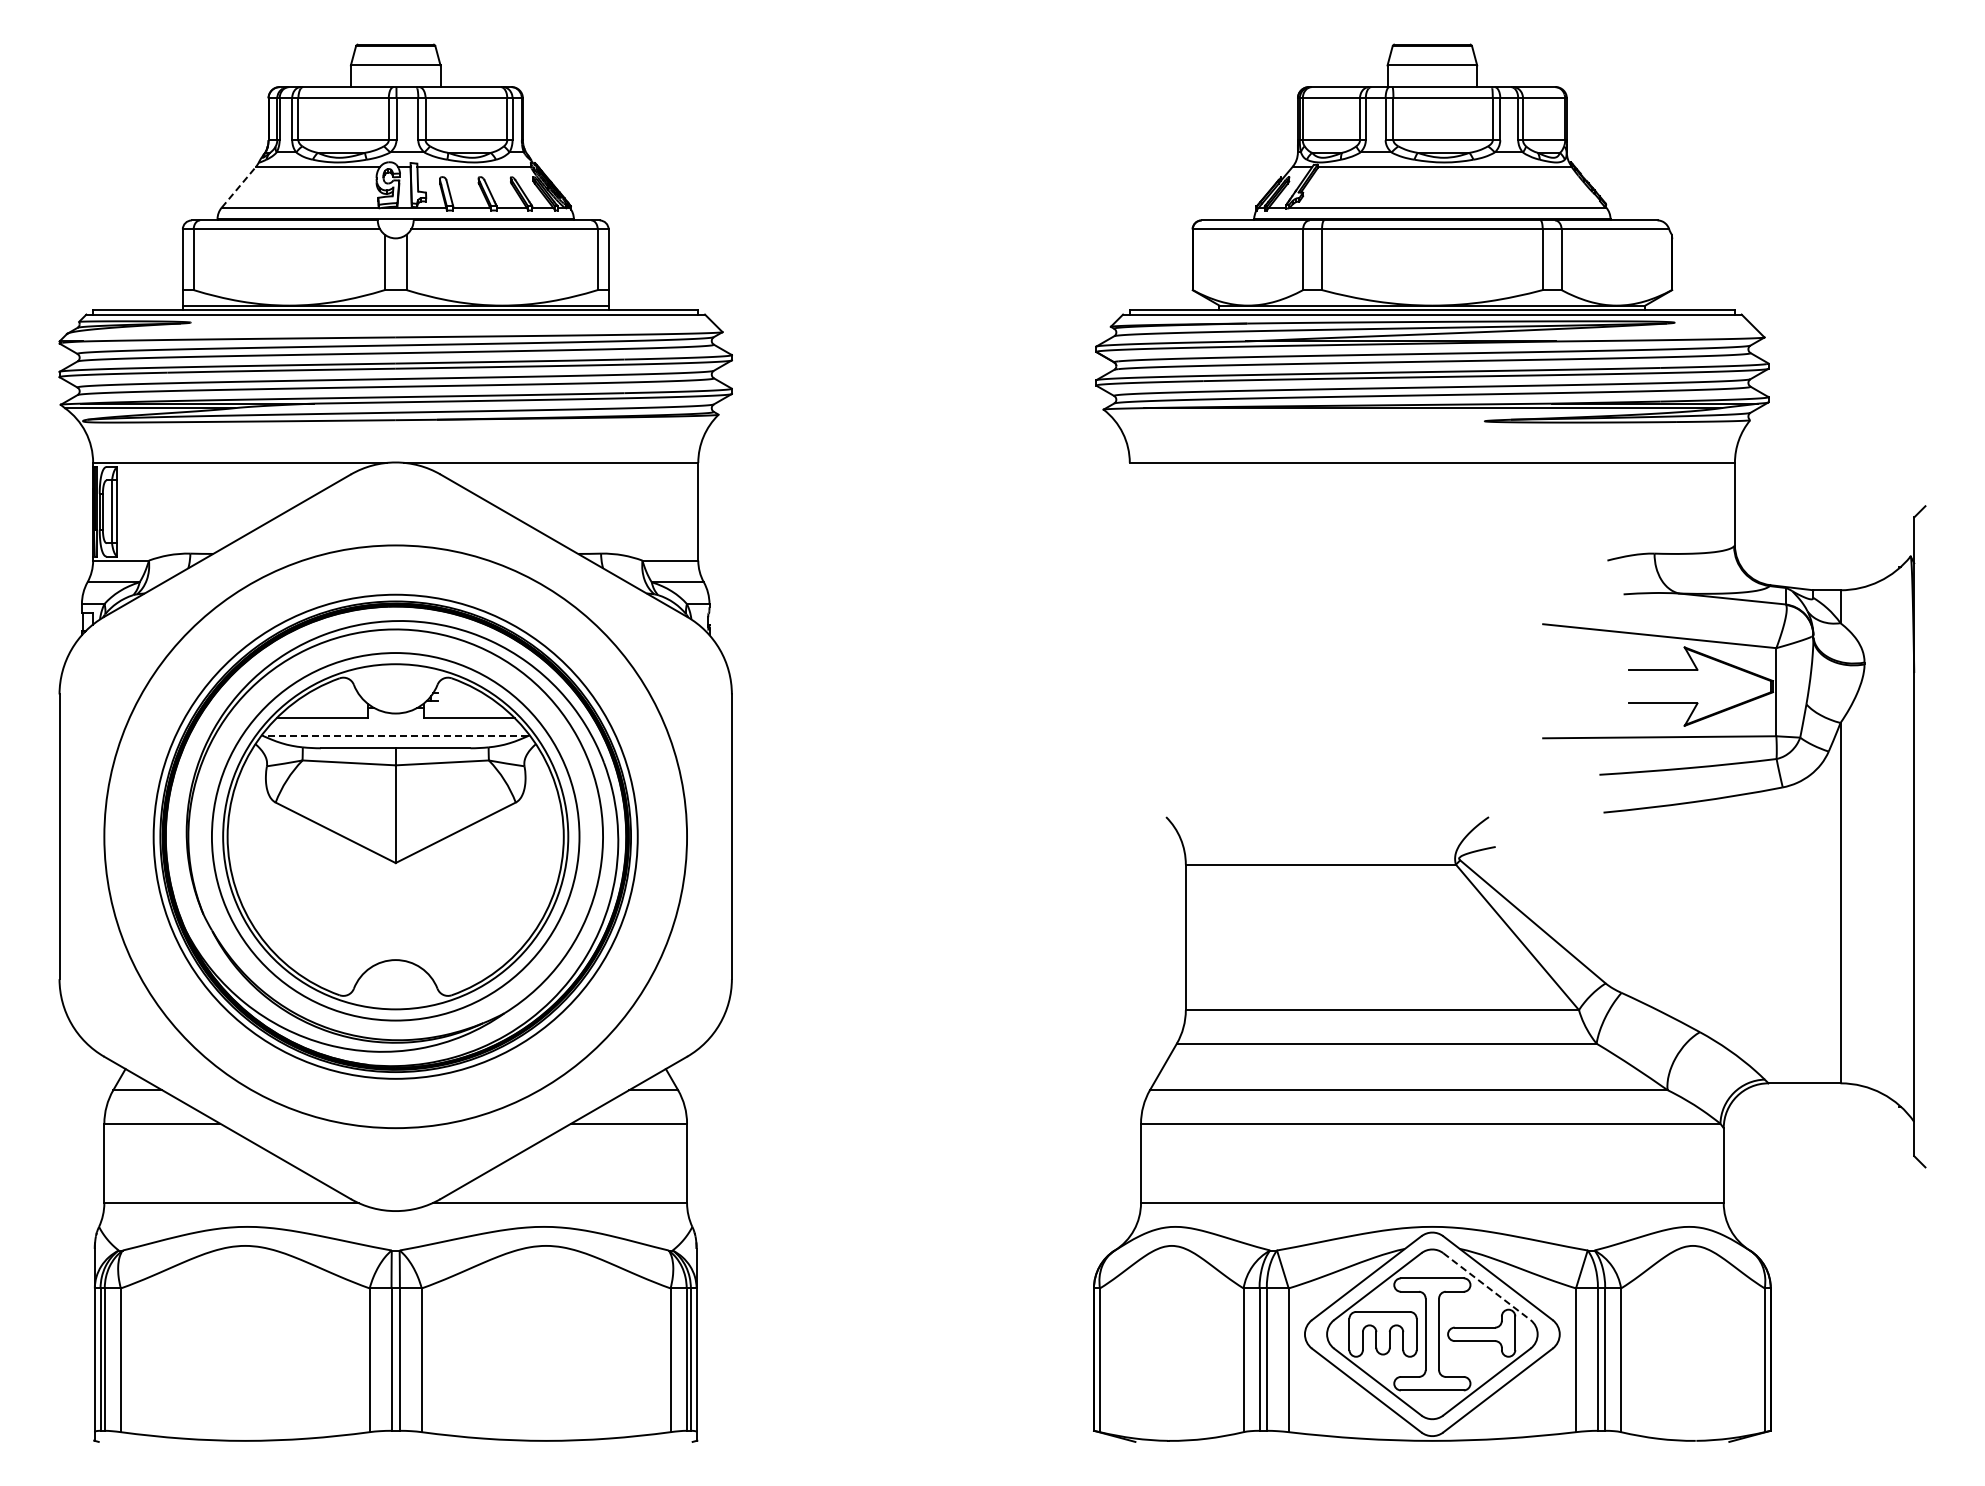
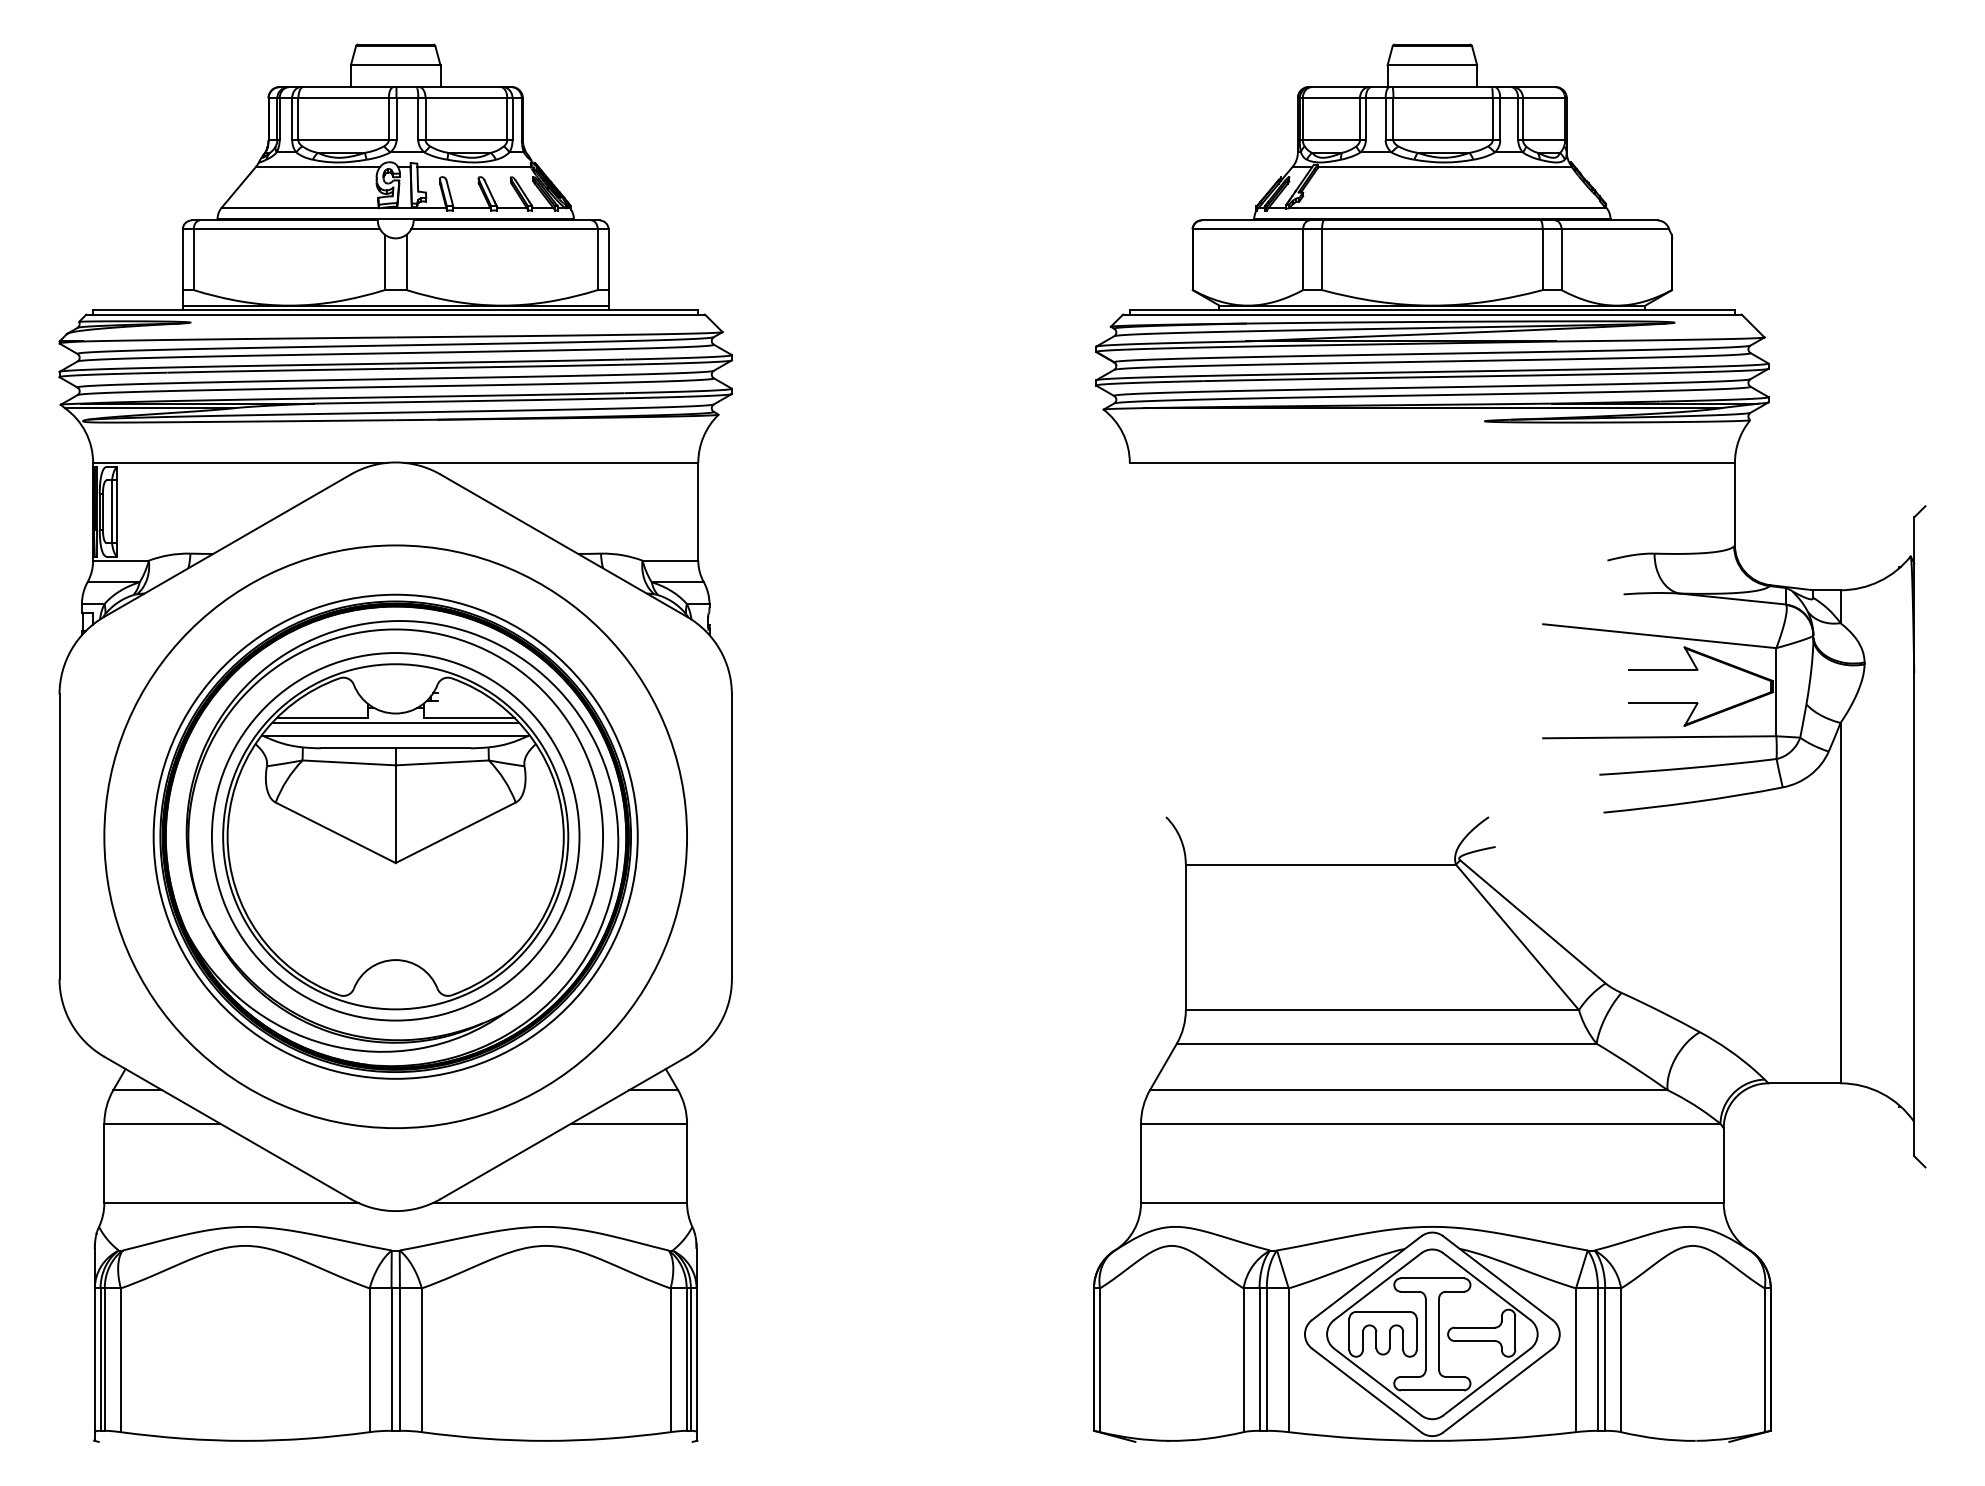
line at (238, 187): dashed -> solid
line at (395, 722): none -> present
line at (395, 735): dashed -> solid
line at (1487, 1286): dashed -> solid
